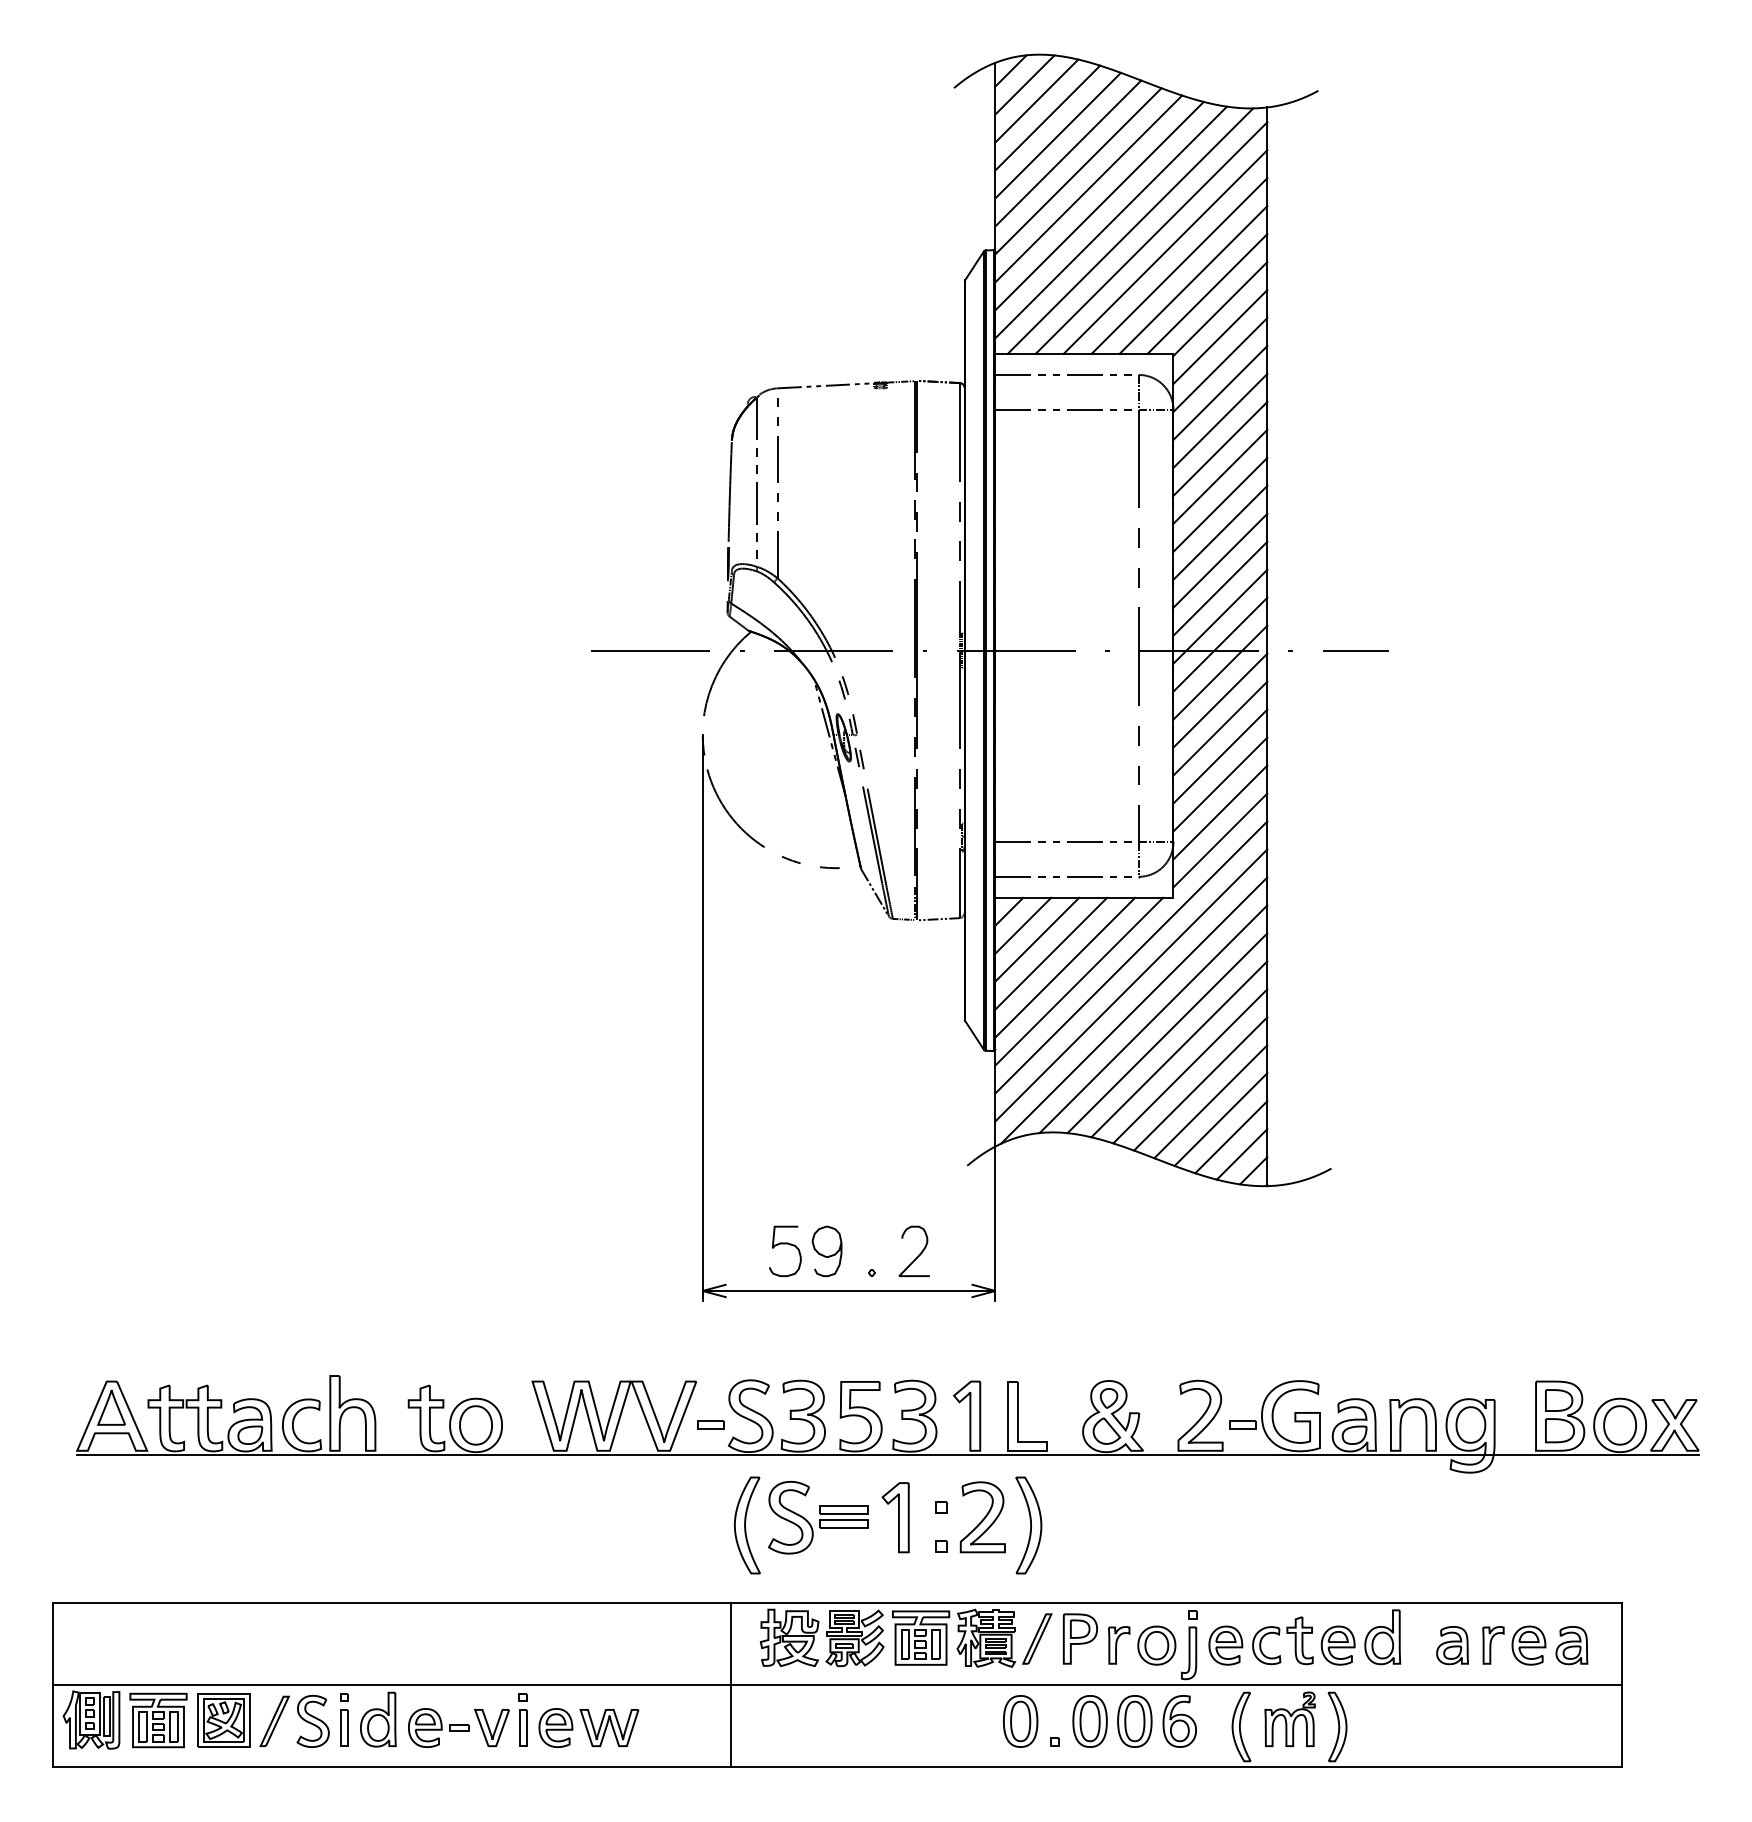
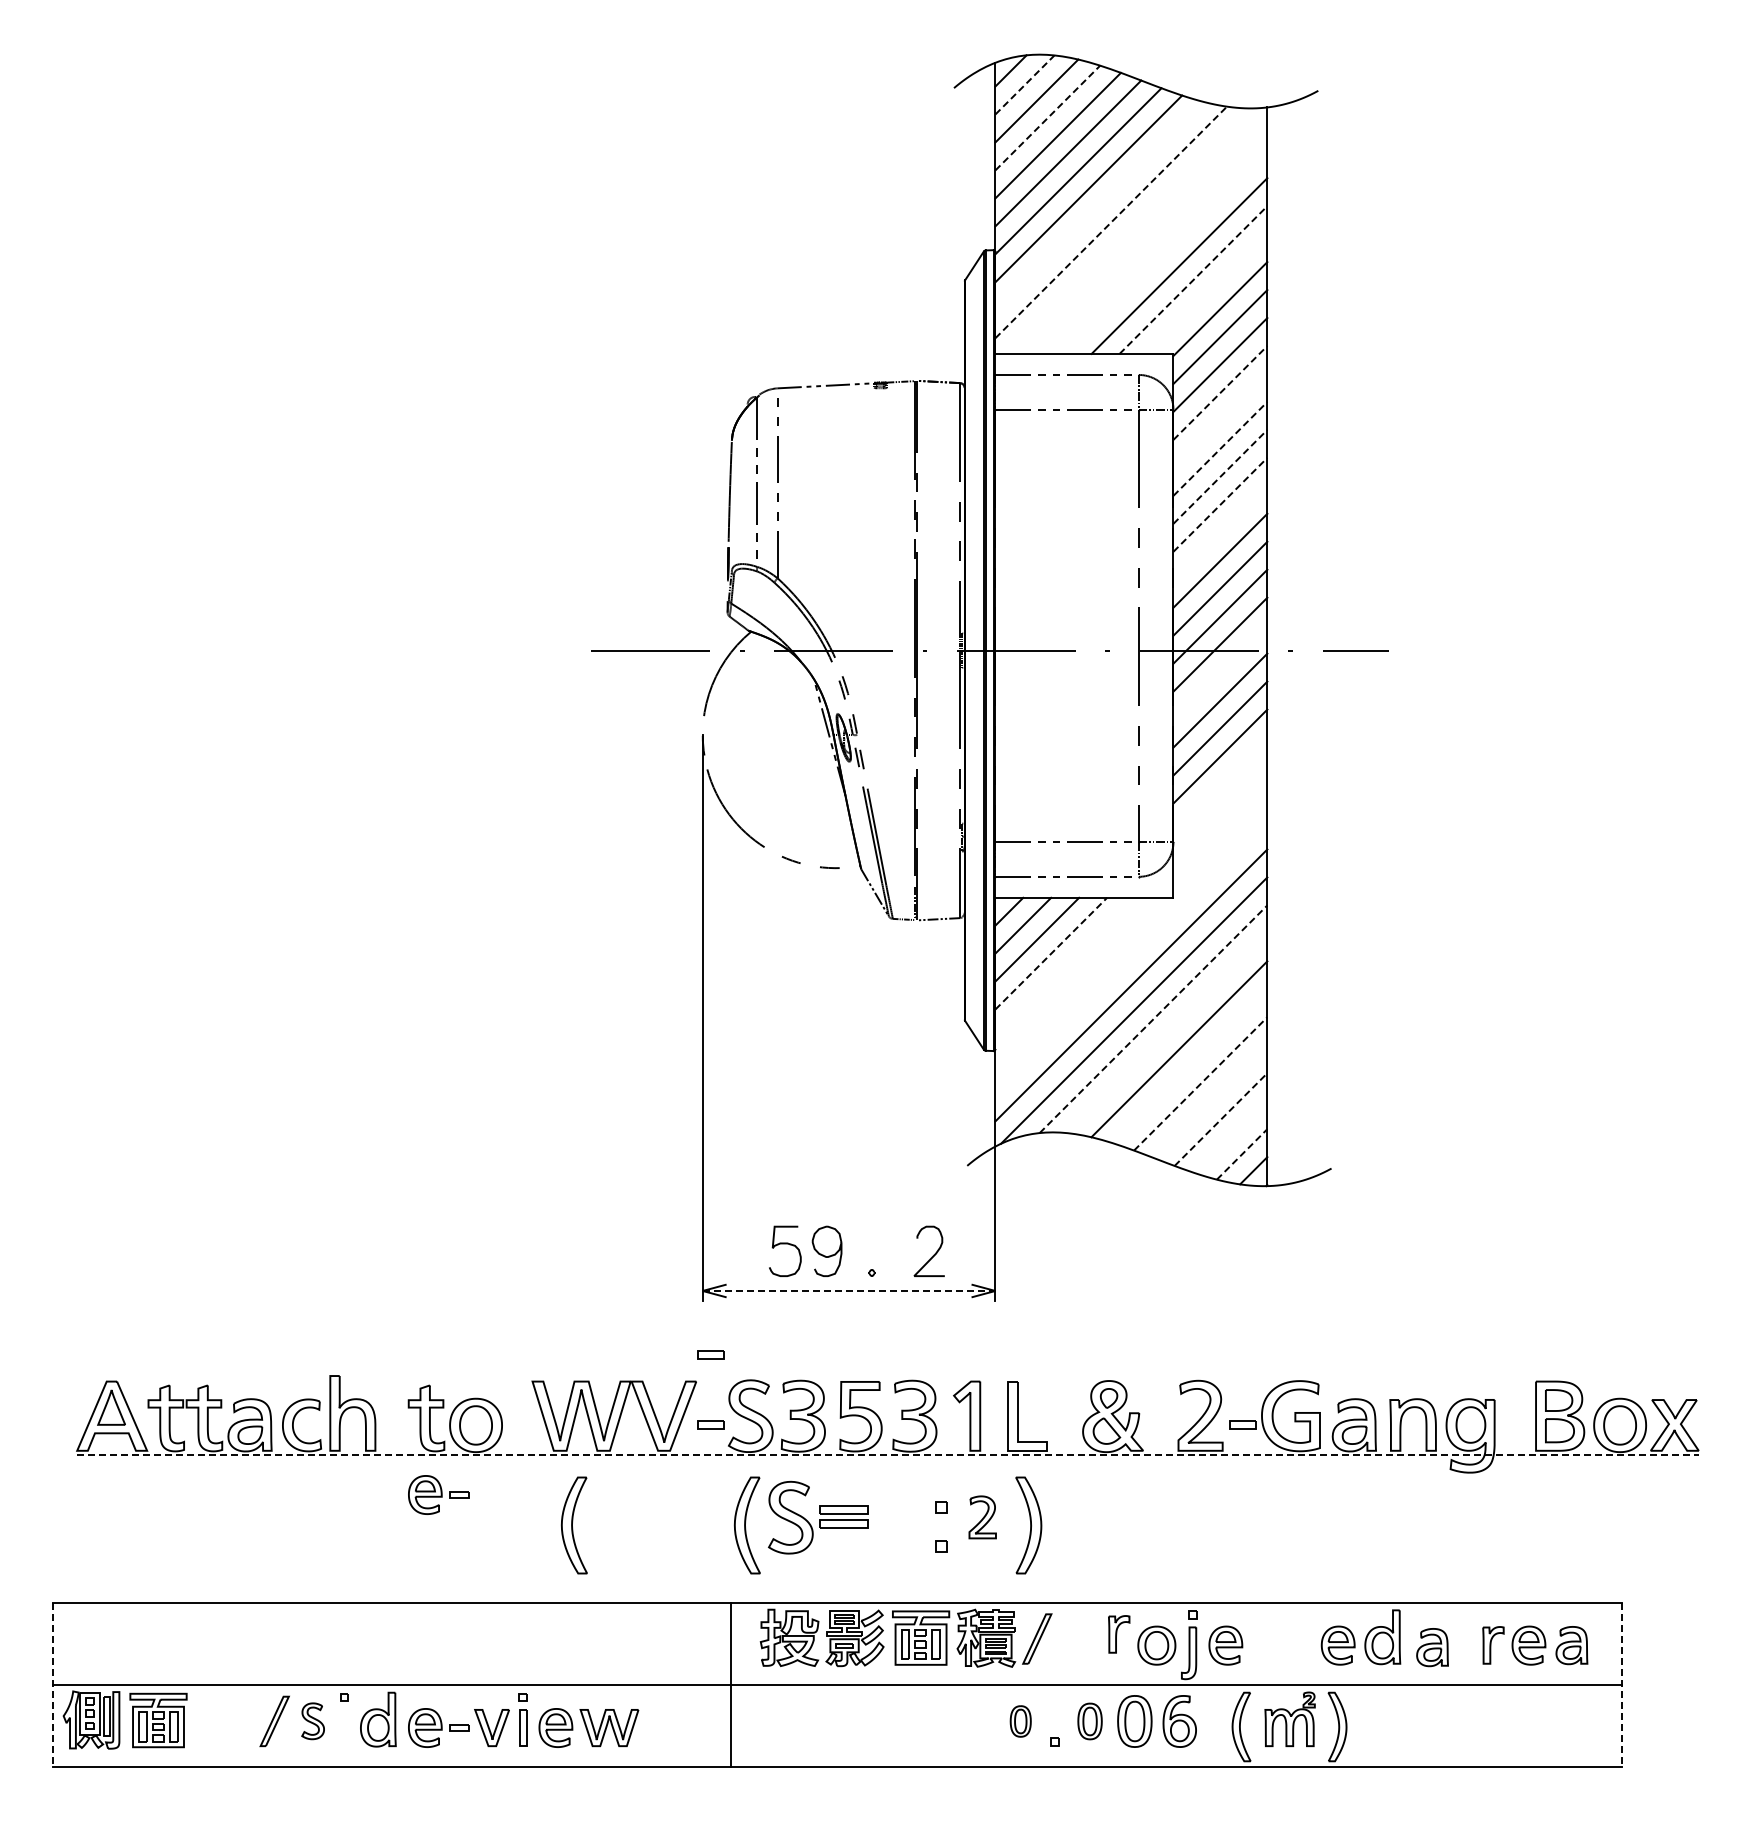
line at (1024, 84): solid -> dashed
line at (1048, 117): solid -> dashed
line at (1099, 205): present -> none
line at (1111, 222): solid -> dashed
line at (1130, 230): present -> none
line at (1151, 237): present -> none
line at (1165, 251): present -> none
line at (1193, 279): solid -> dashed
line at (1207, 293): present -> none
line at (1220, 392): solid -> dashed
line at (1220, 420): present -> none
line at (1220, 448): solid -> dashed
line at (1220, 476): solid -> dashed
line at (1220, 504): solid -> dashed
line at (1220, 532): present -> none
line at (1220, 672): present -> none
line at (1220, 784): present -> none
line at (1220, 812): present -> none
line at (1220, 840): present -> none
line at (1051, 953): solid -> dashed
line at (1131, 957): present -> none
line at (1065, 967): present -> none
line at (1079, 981): present -> none
line at (1153, 1019): solid -> dashed
line at (1167, 1033): present -> none
line at (1190, 1066): present -> none
line at (1201, 1083): solid -> dashed
line at (1210, 1101): present -> none
line at (1221, 1119): solid -> dashed
line at (1231, 1137): present -> none
line at (1242, 1154): solid -> dashed
curve at (918, 1254) position: (918, 1254) -> (933, 1254)
line at (849, 1290): solid -> dashed
part at (710, 1354): none -> present
line at (888, 1455): solid -> dashed
part at (438, 1494): none -> present
part at (895, 1517): present -> none
part at (982, 1517) size: 47x73 px -> 29x45 px
part at (573, 1525): none -> present
part at (1079, 1638): present -> none
part at (1282, 1640): present -> none
part at (1119, 1645) position: (1119, 1645) -> (1119, 1634)
part at (1452, 1645) position: (1452, 1645) -> (1432, 1647)
line at (52, 1685): solid -> dashed
line at (1621, 1685): solid -> dashed
part at (223, 1720): present -> none
part at (312, 1720) size: 34x54 px -> 24x39 px
part at (1020, 1721) size: 36x53 px -> 23x33 px
part at (1089, 1721) size: 36x53 px -> 26x39 px
part at (344, 1727): present -> none
